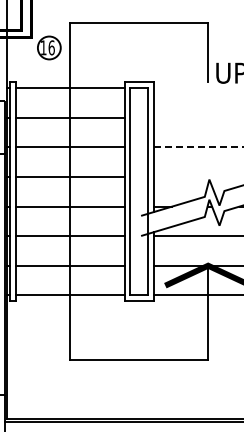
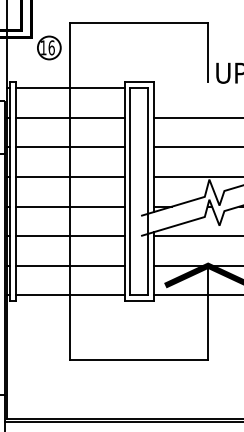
line at (197, 117): none -> present
line at (198, 147): dashed -> solid
line at (197, 177): none -> present
